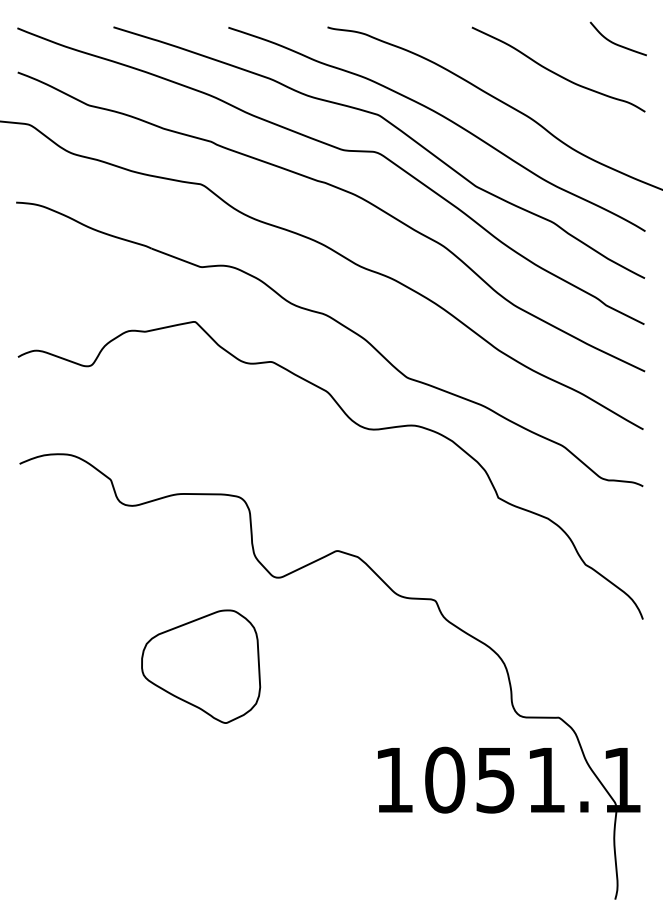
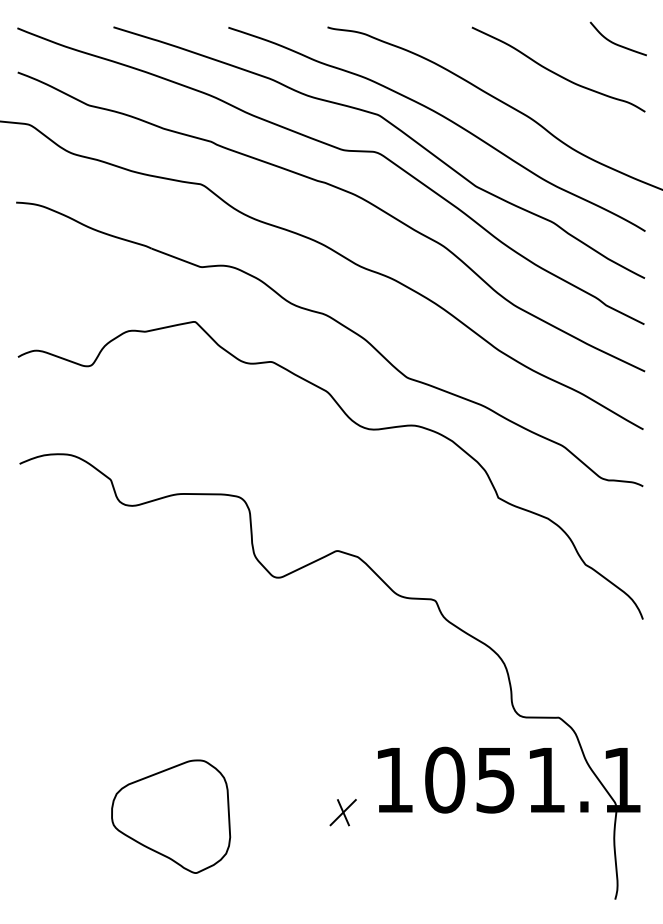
part at (201, 666) position: (201, 666) -> (171, 816)
part at (342, 812): none -> present
